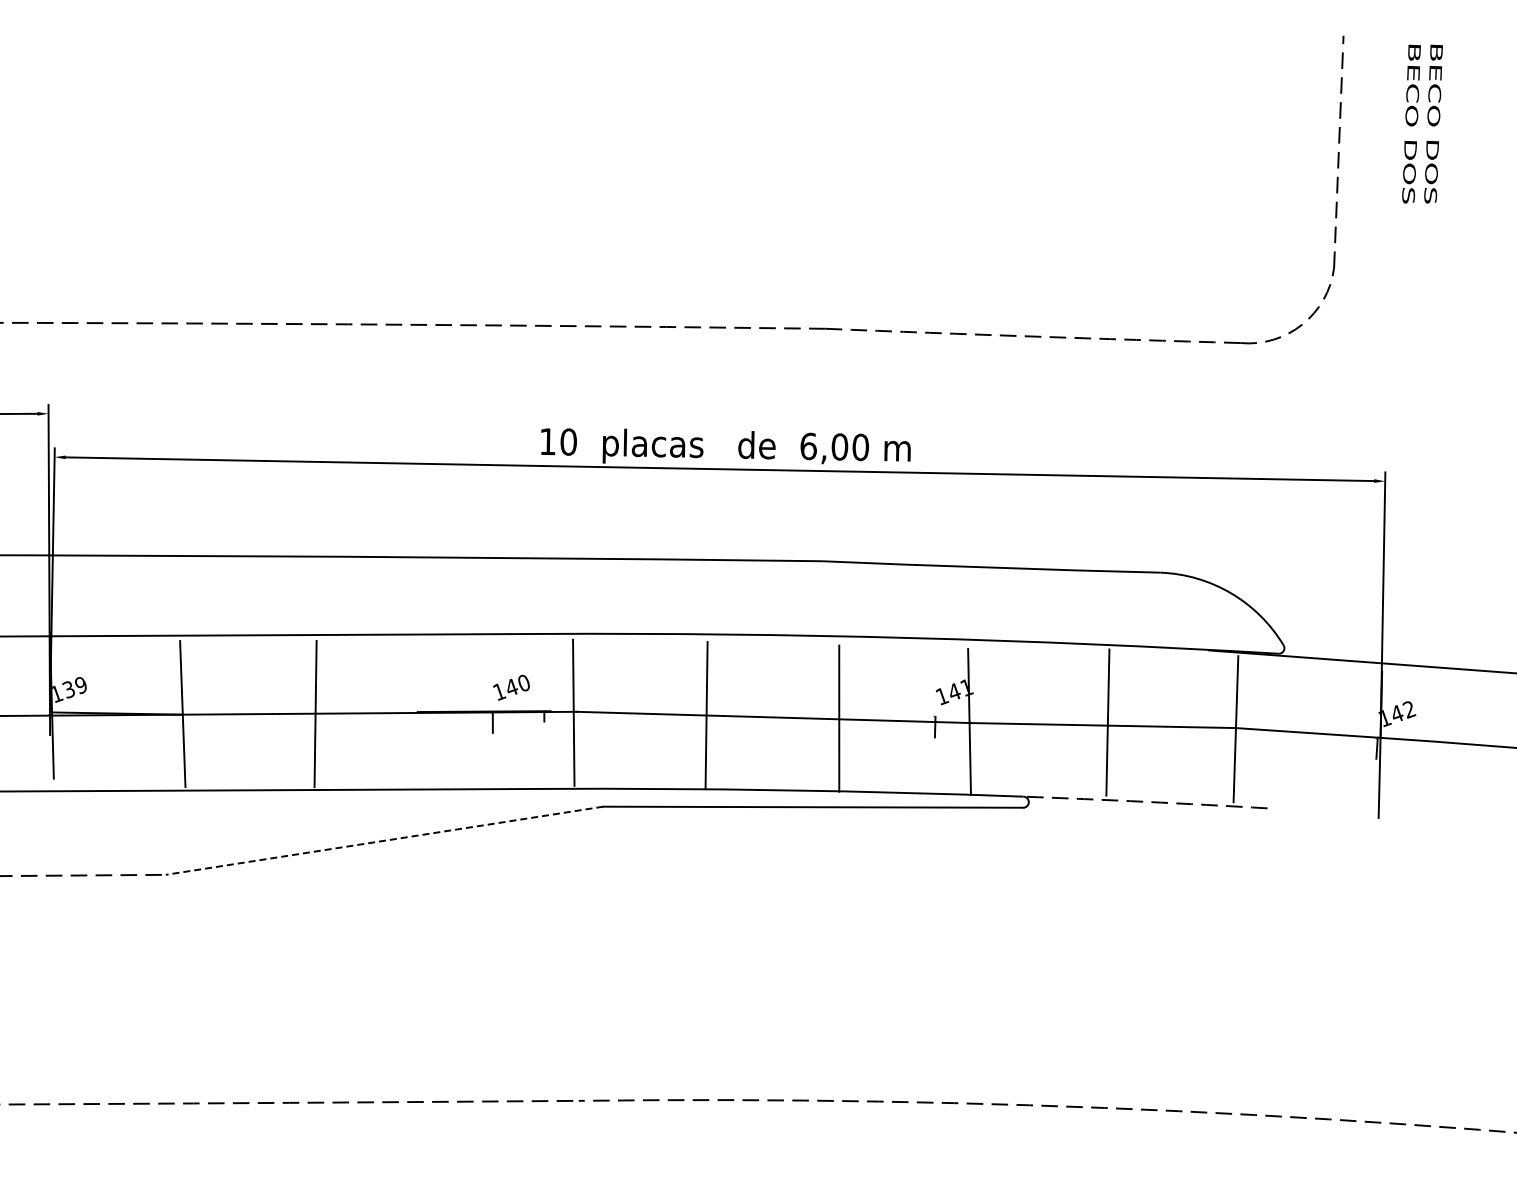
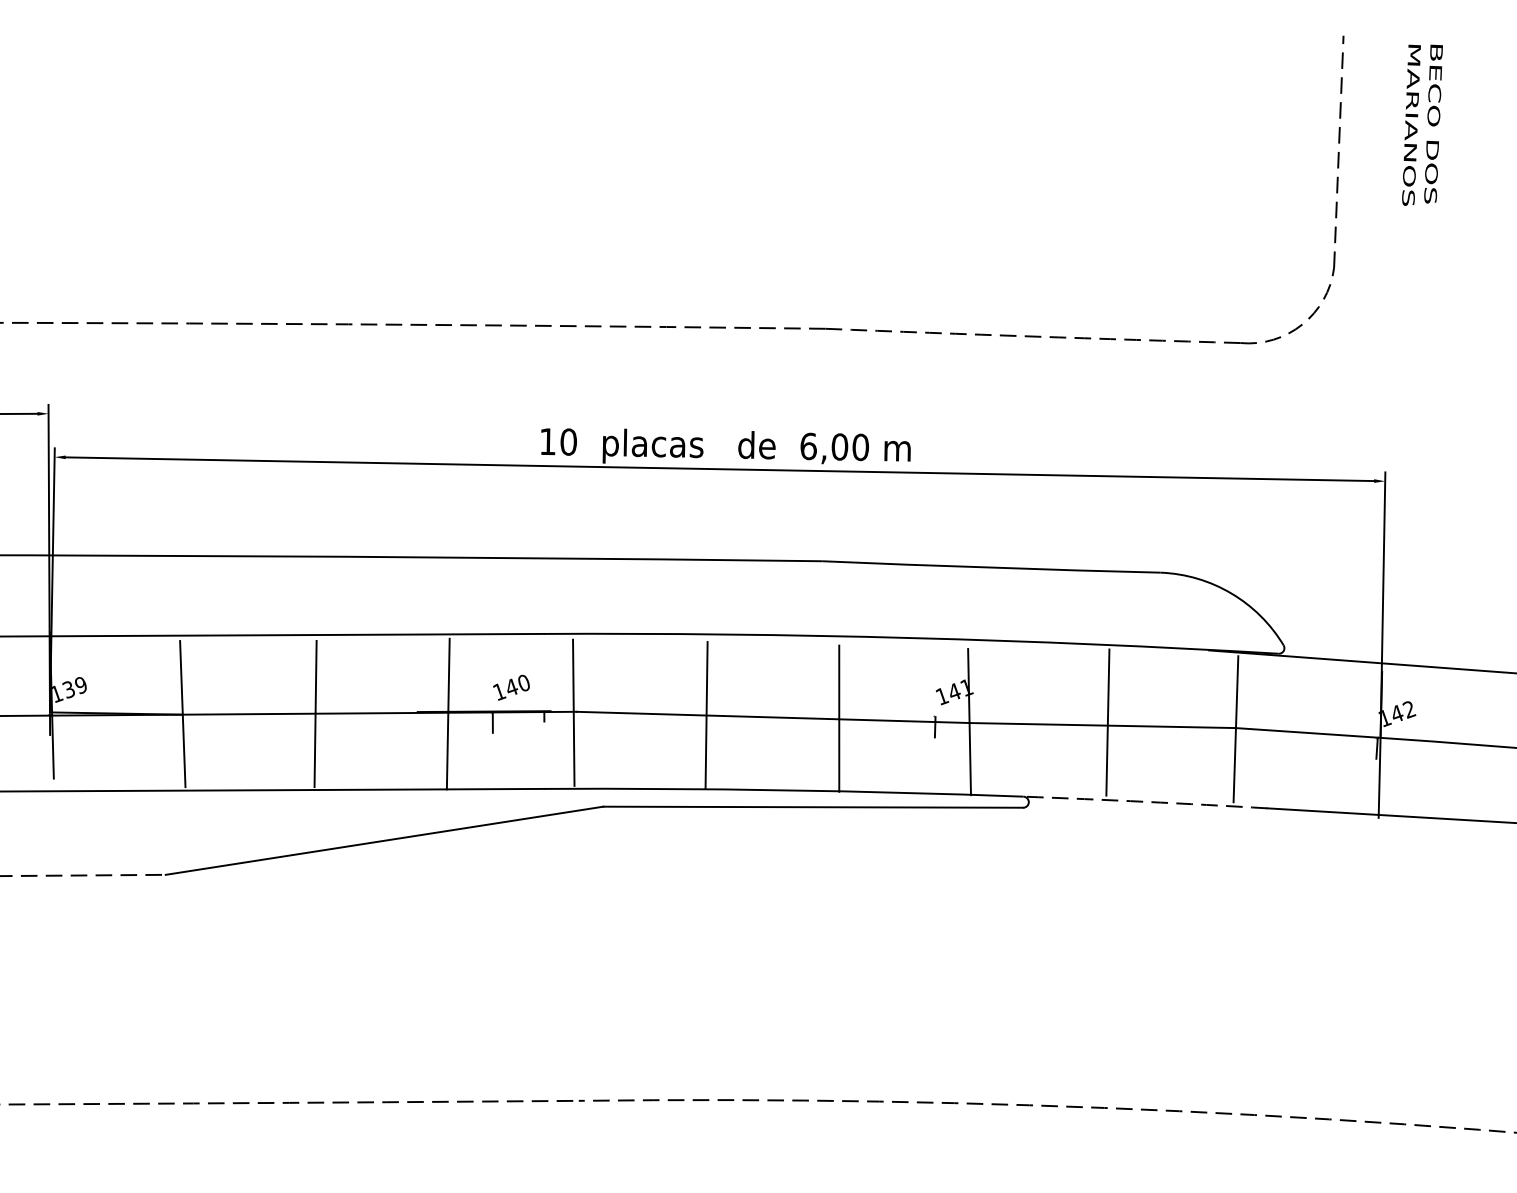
text at (1411, 126): BECO DOS -> MARIANOS
line at (447, 713): none -> present
line at (1390, 815): none -> present
line at (384, 840): dashed -> solid
